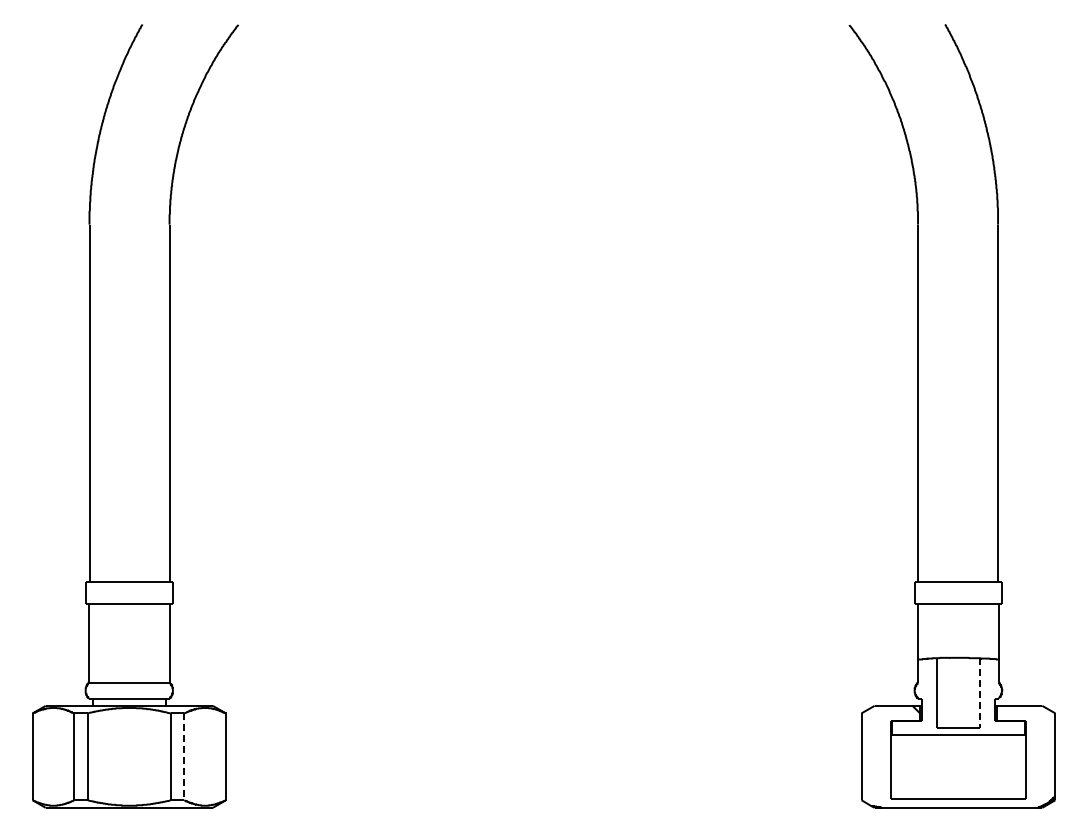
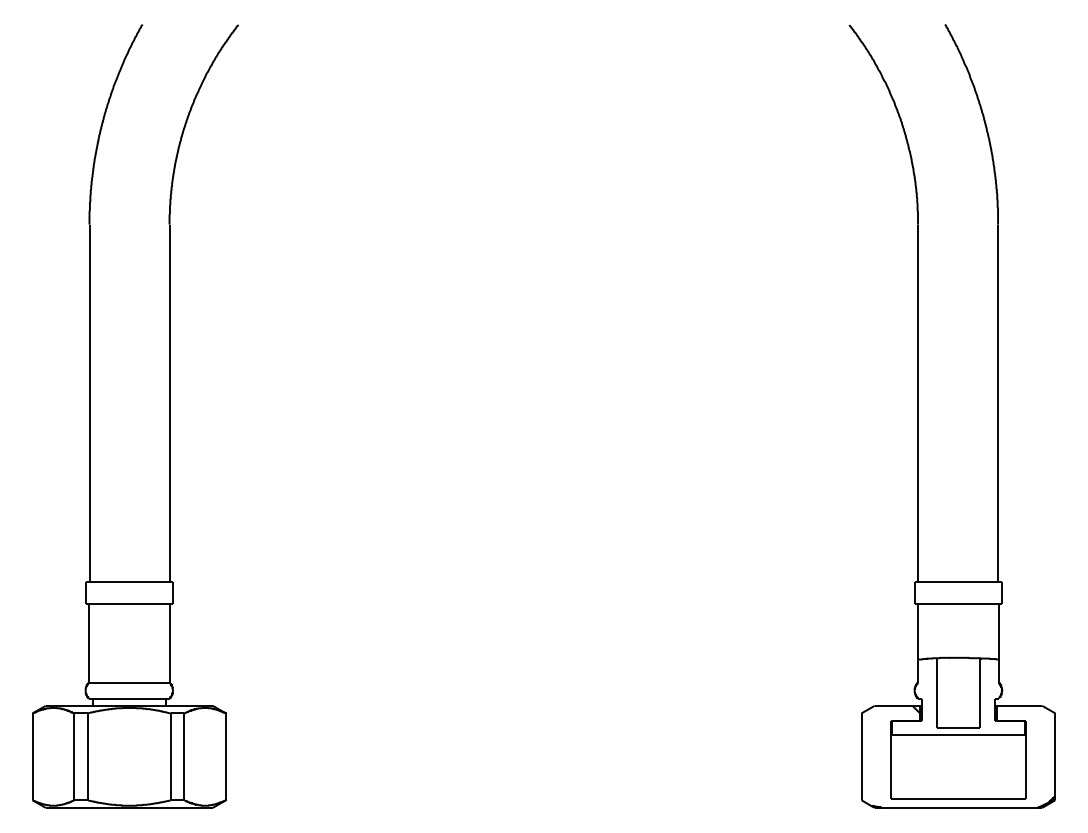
line at (980, 692): dashed -> solid
line at (184, 757): dashed -> solid
